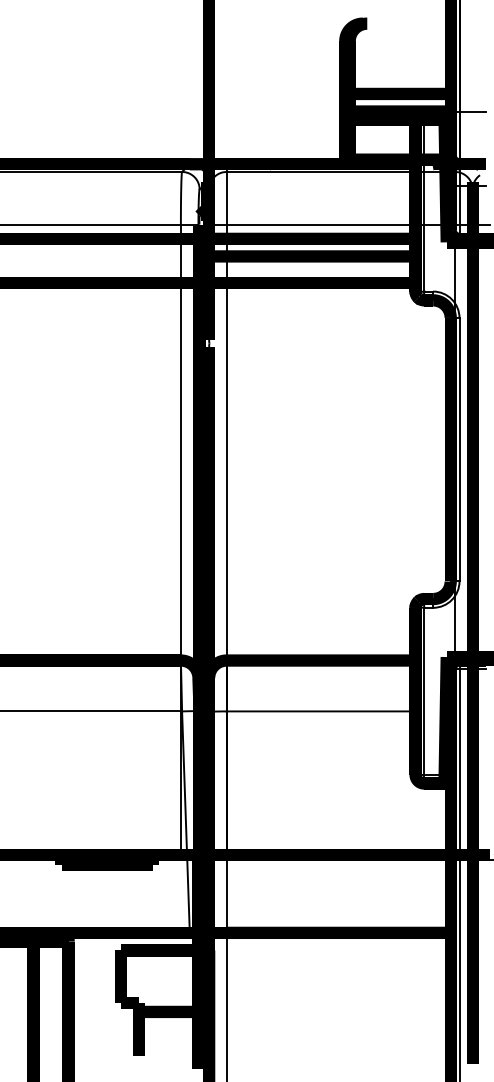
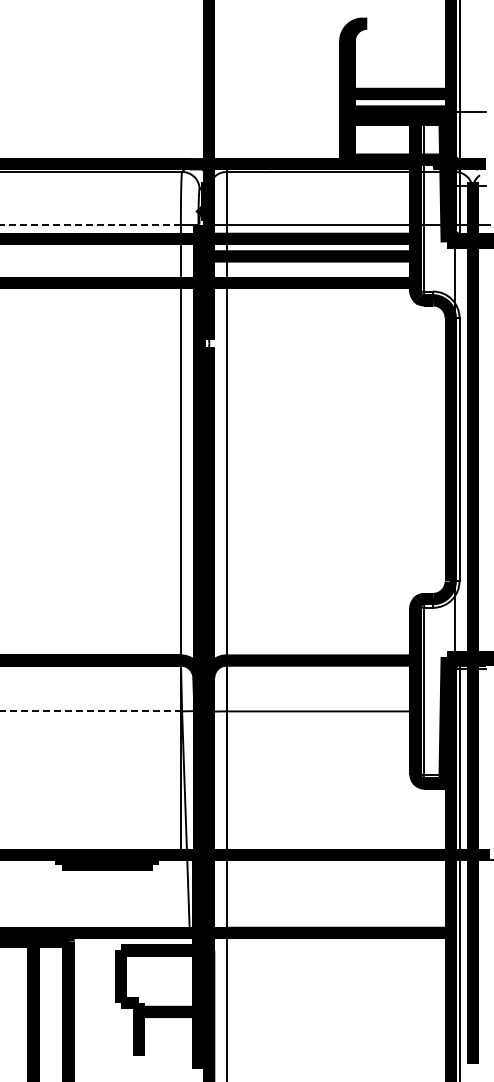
line at (90, 224): solid -> dashed
line at (91, 711): solid -> dashed
